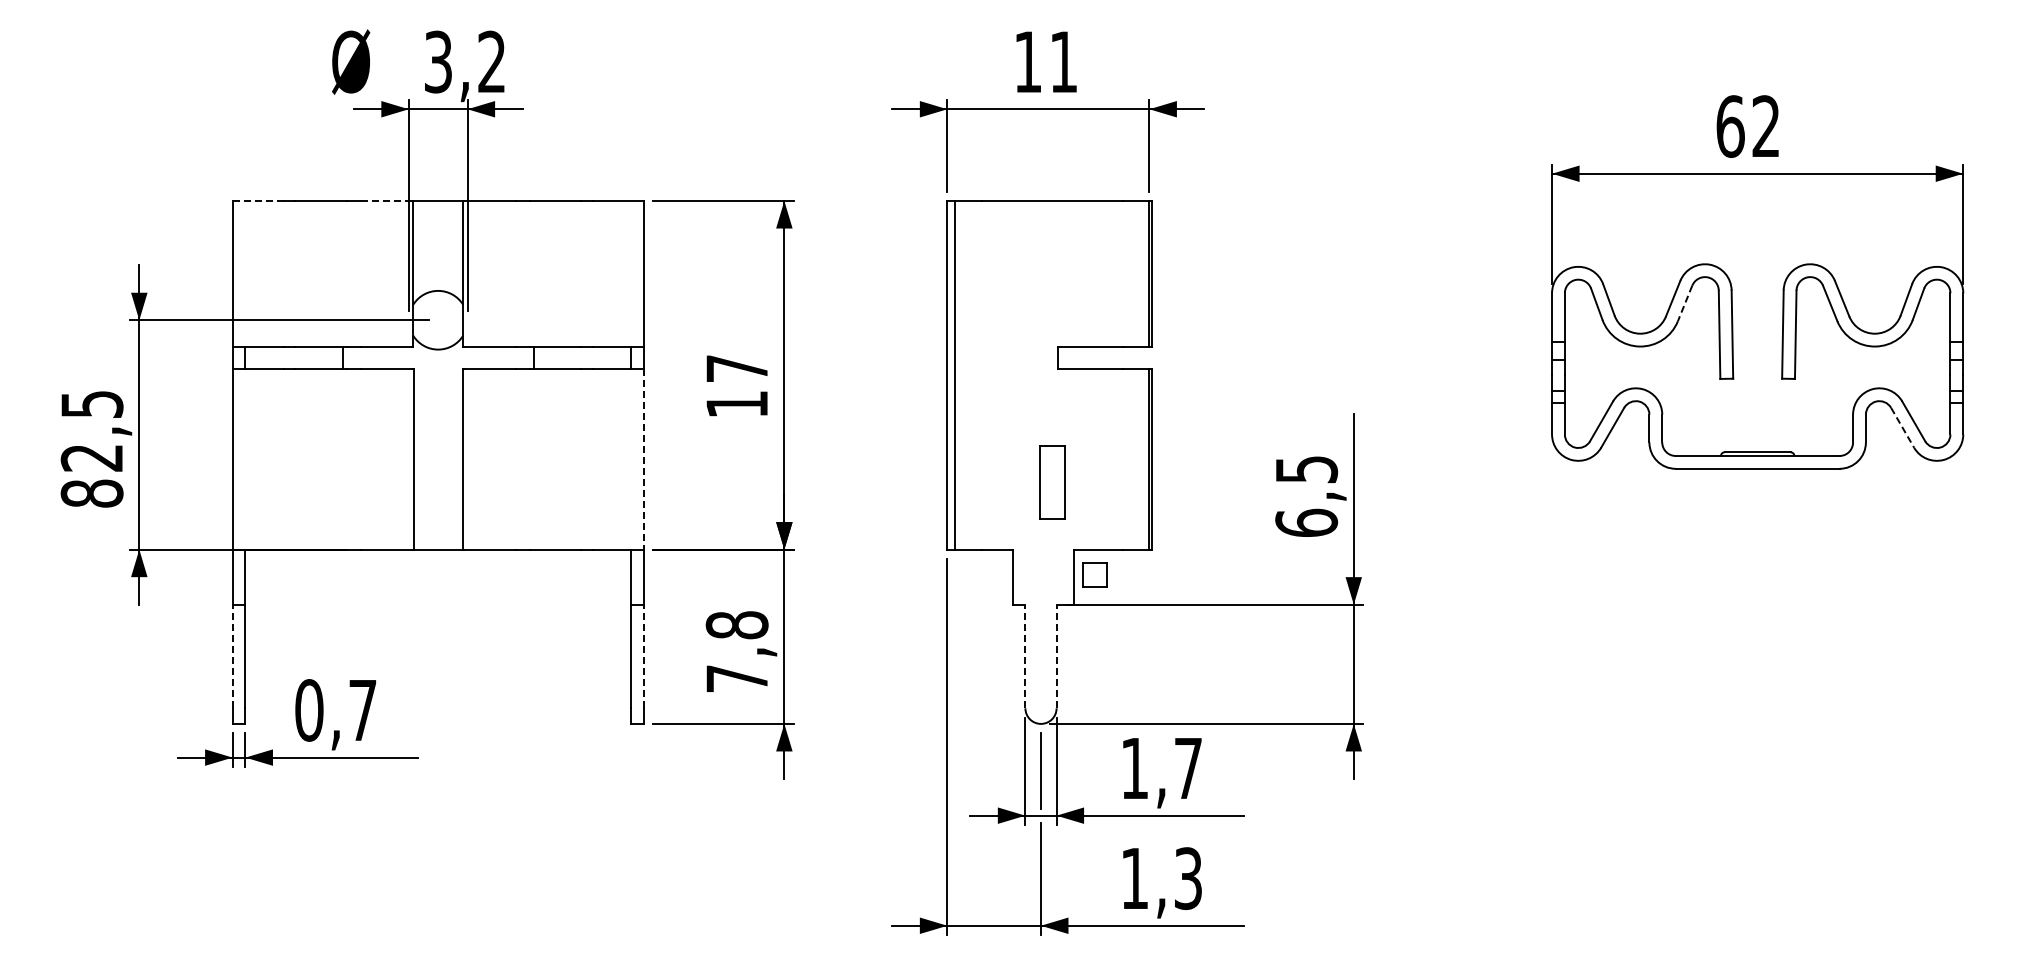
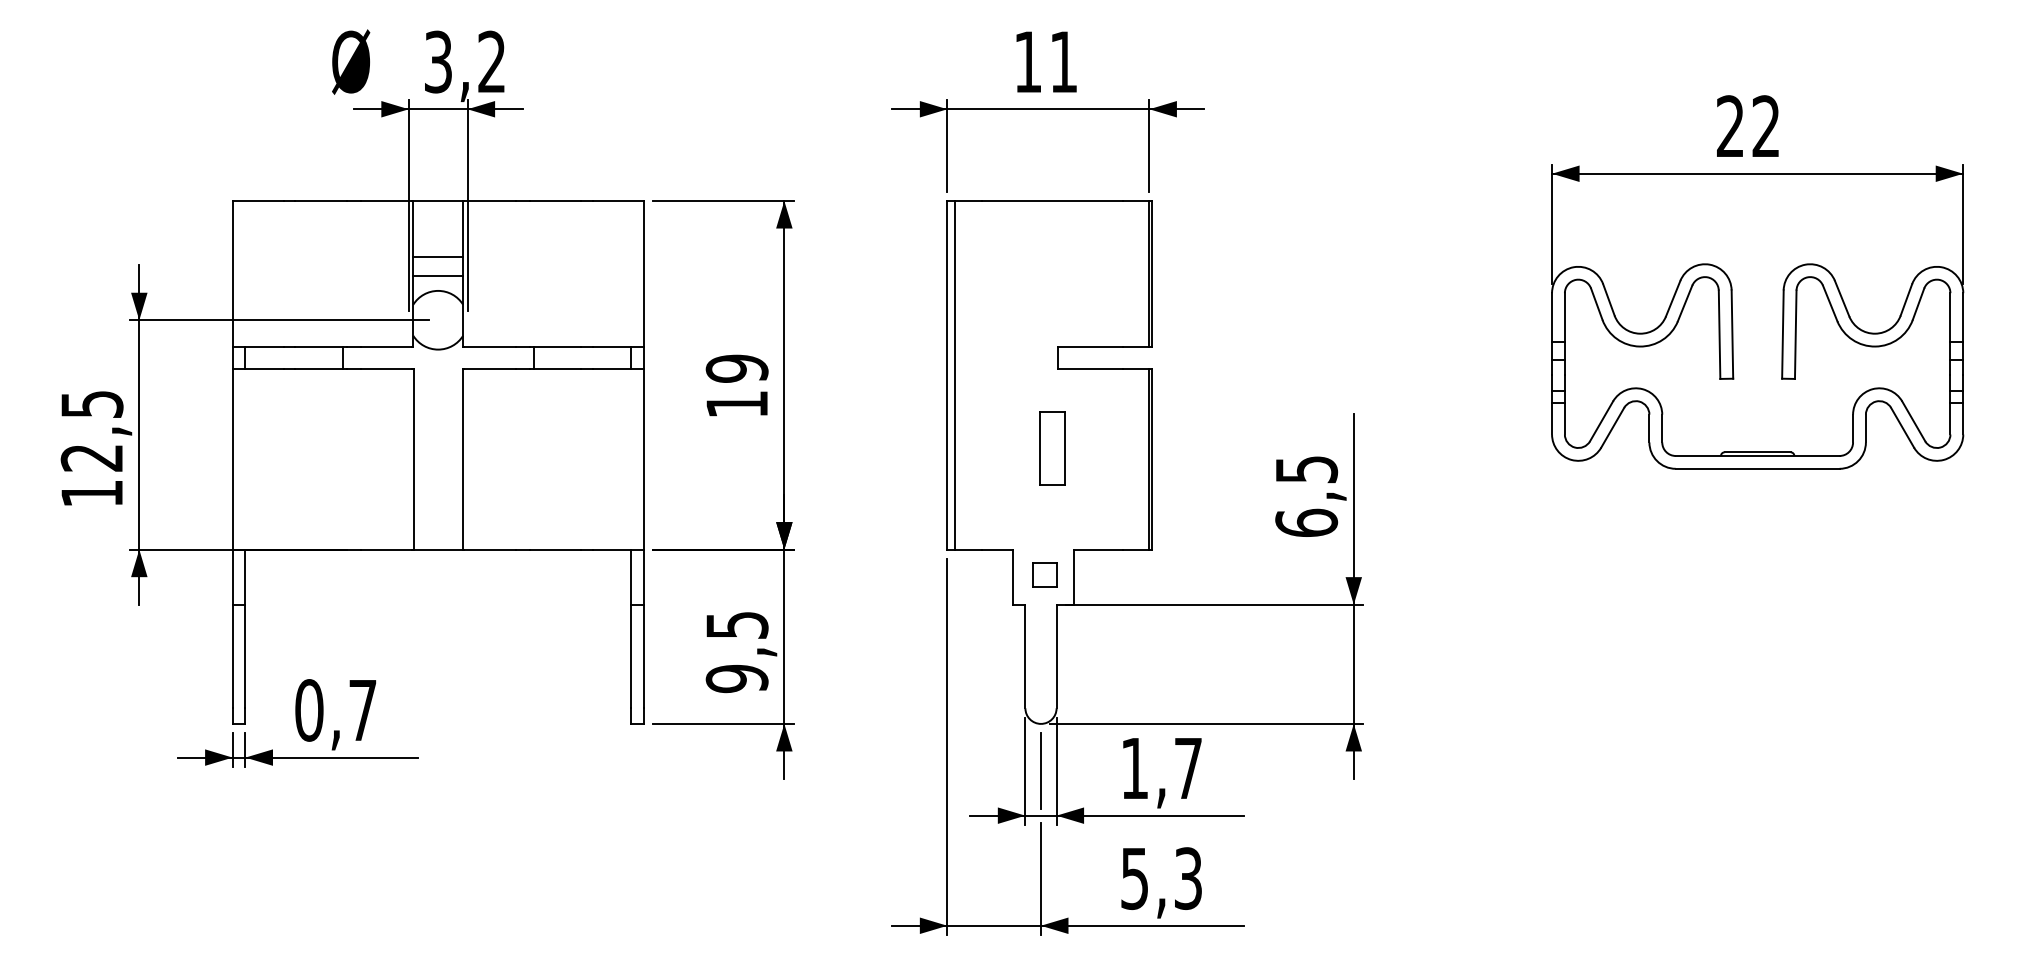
text at (1730, 126): 62 -> 22
line at (258, 200): dashed -> solid
line at (386, 200): dashed -> solid
line at (438, 257): none -> present
line at (438, 276): none -> present
line at (1684, 303): dashed -> solid
text at (736, 368): 17 -> 19
line at (1902, 427): dashed -> solid
line at (643, 459): dashed -> solid
part at (1052, 482) position: (1052, 482) -> (1052, 448)
text at (91, 493): 82,5 -> 12,5
part at (1094, 574) position: (1094, 574) -> (1044, 574)
text at (736, 652): 7,8 -> 9,5
line at (232, 656): dashed -> solid
line at (643, 656): dashed -> solid
line at (1025, 656): dashed -> solid
line at (1056, 656): dashed -> solid
text at (1134, 879): 1,3 -> 5,3
